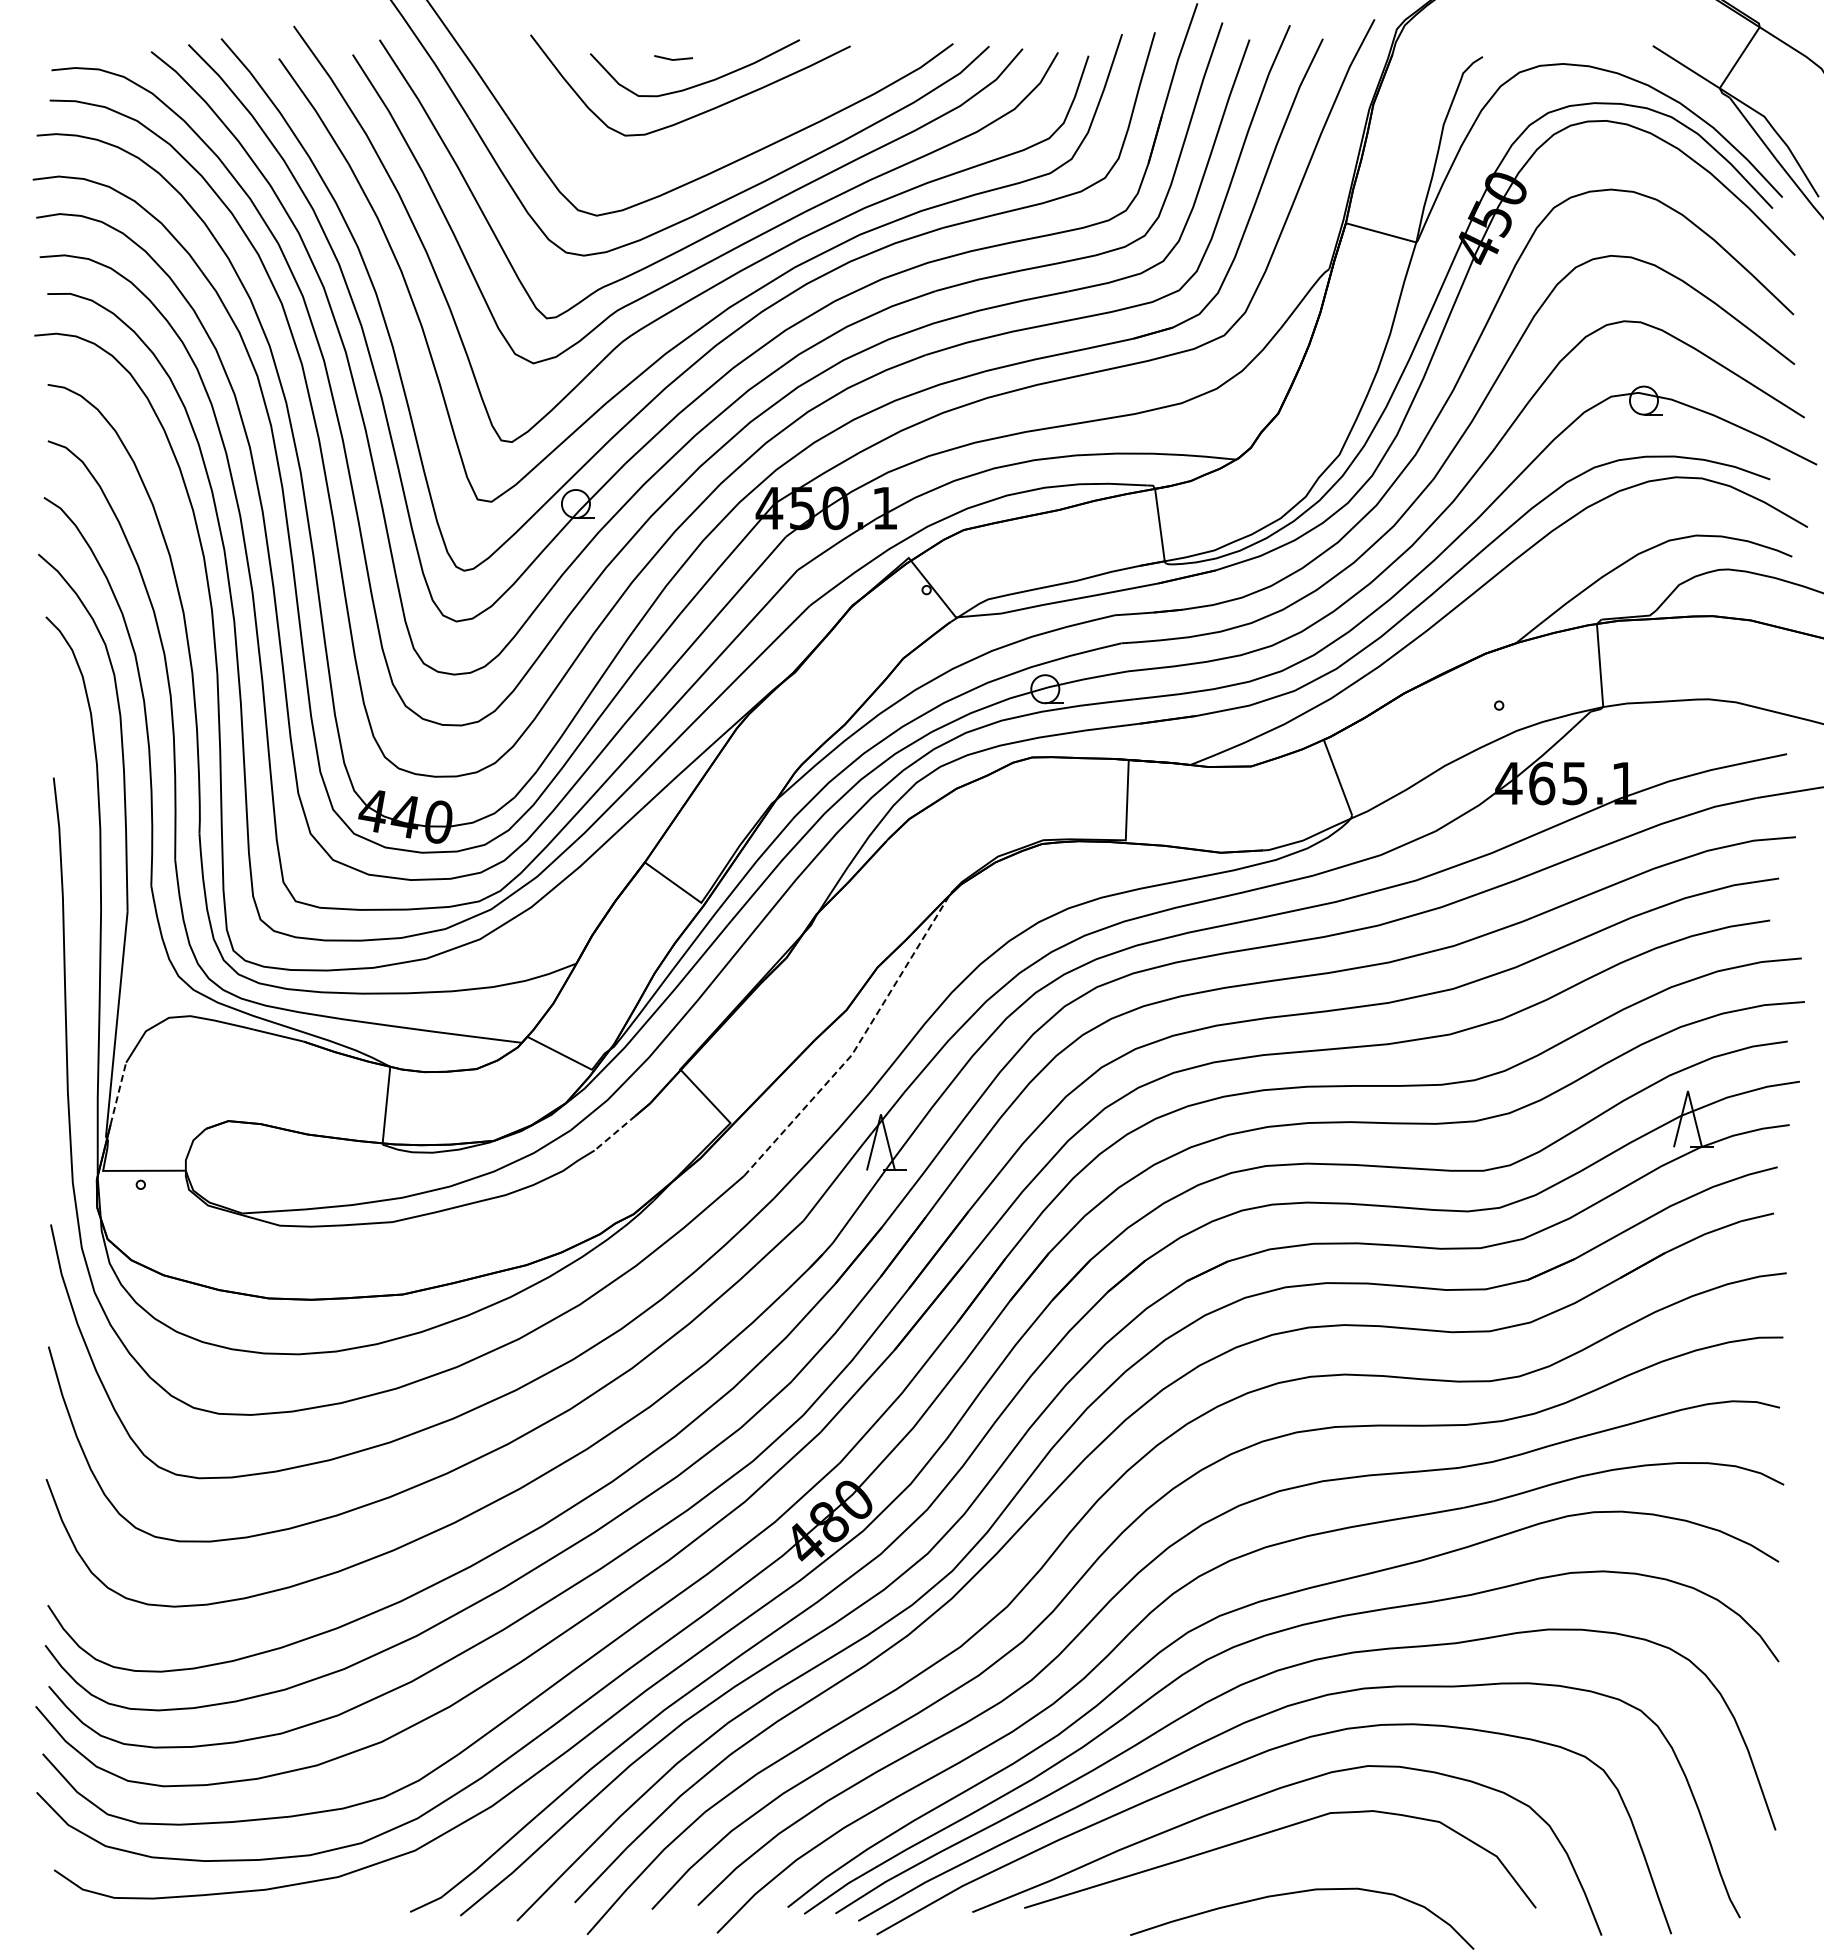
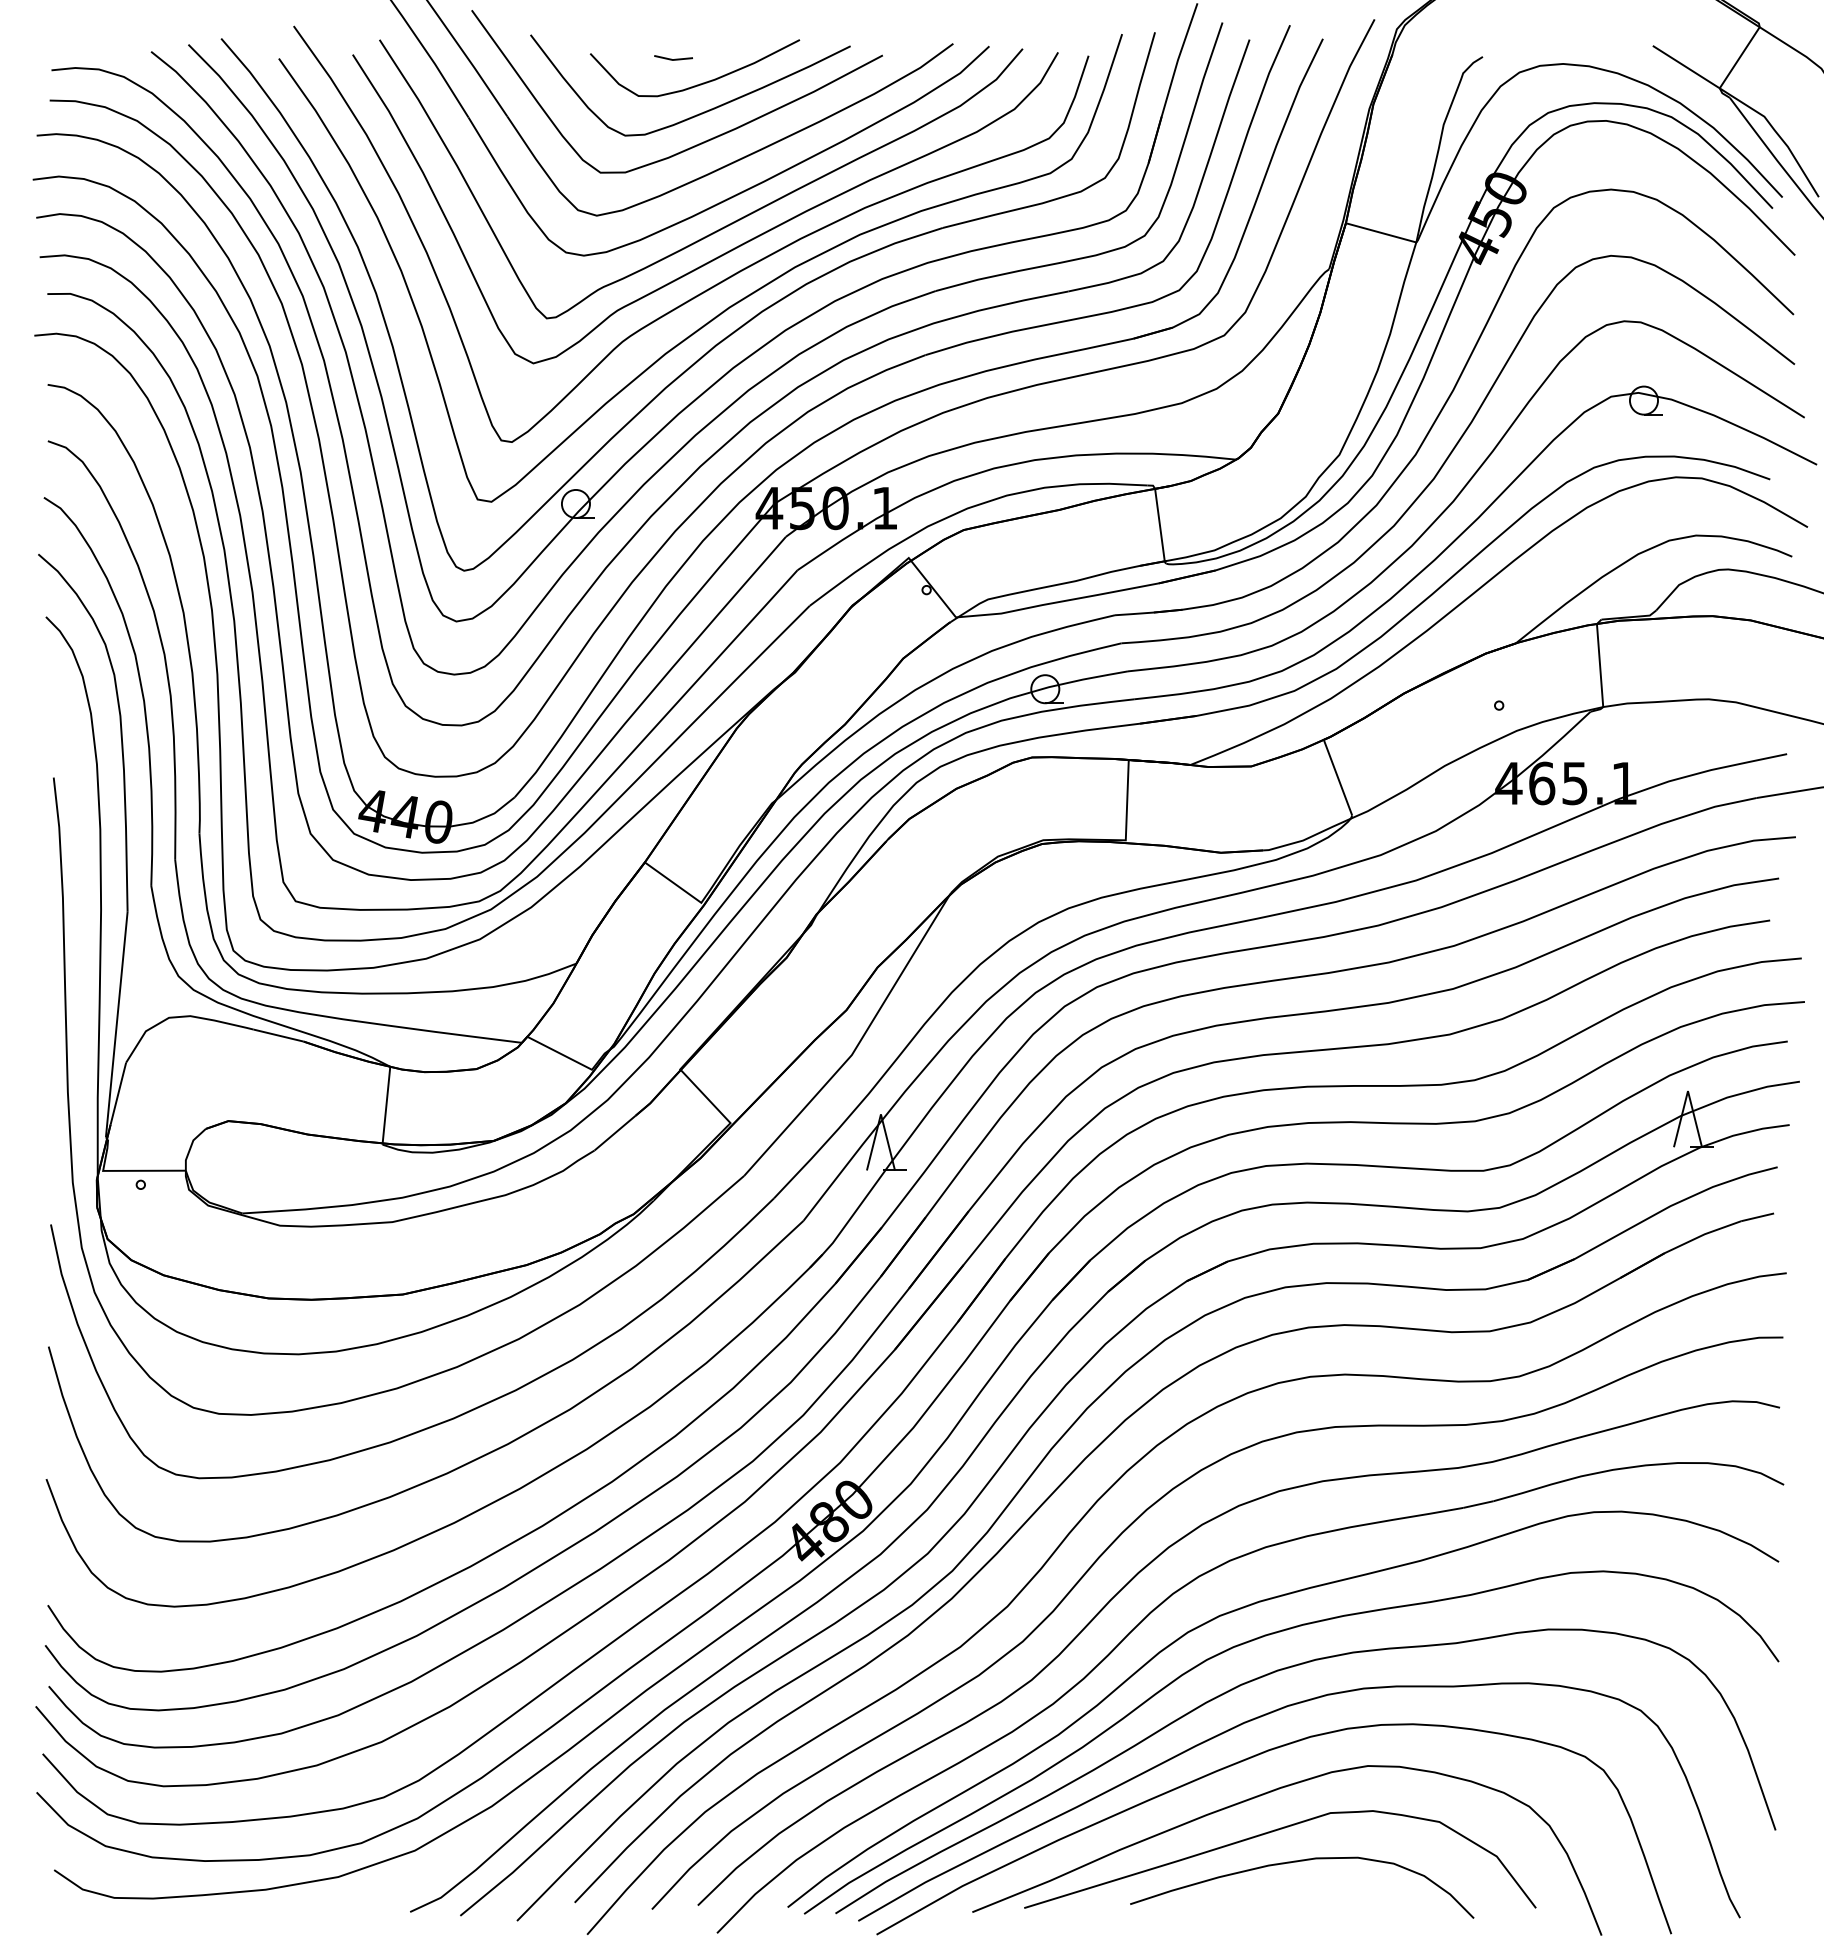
curve at (698, 143): none -> present
line at (859, 1042): dashed -> solid
line at (118, 1093): dashed -> solid
line at (615, 1133): dashed -> solid
curve at (1297, 1893) position: (1297, 1893) -> (1297, 1862)
